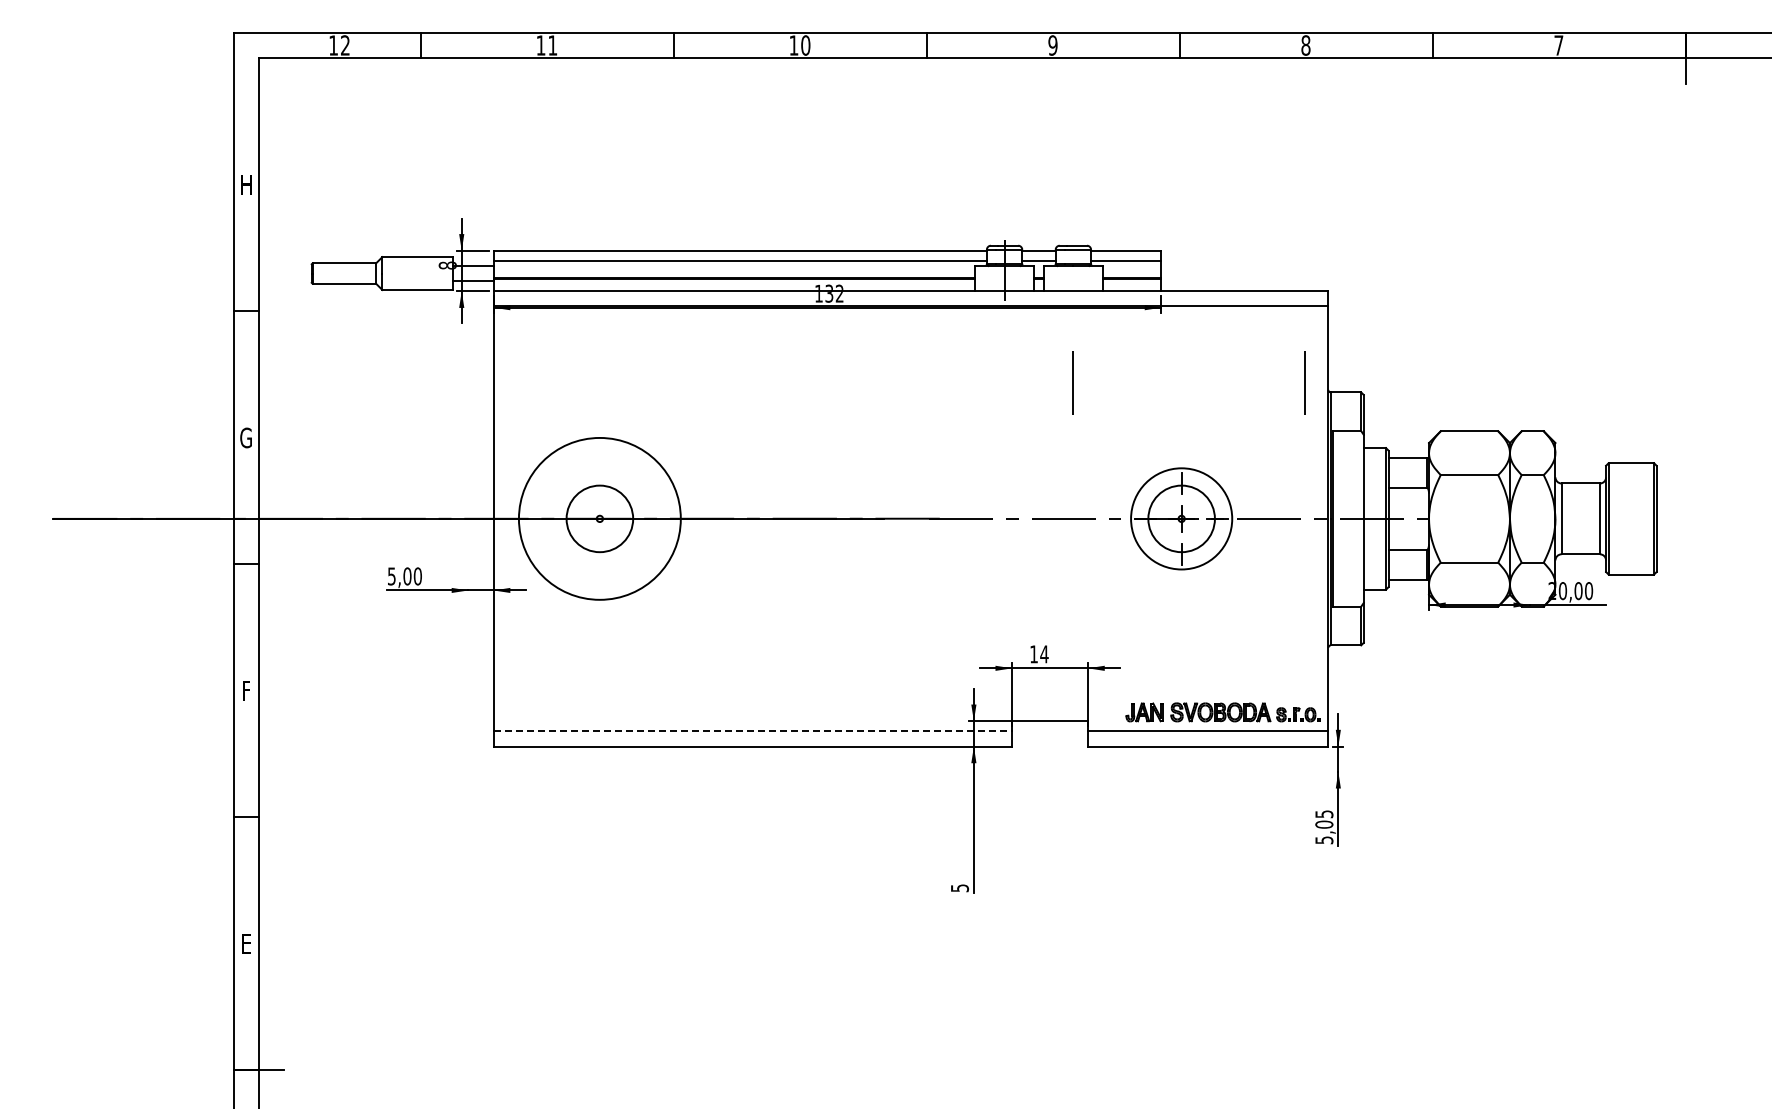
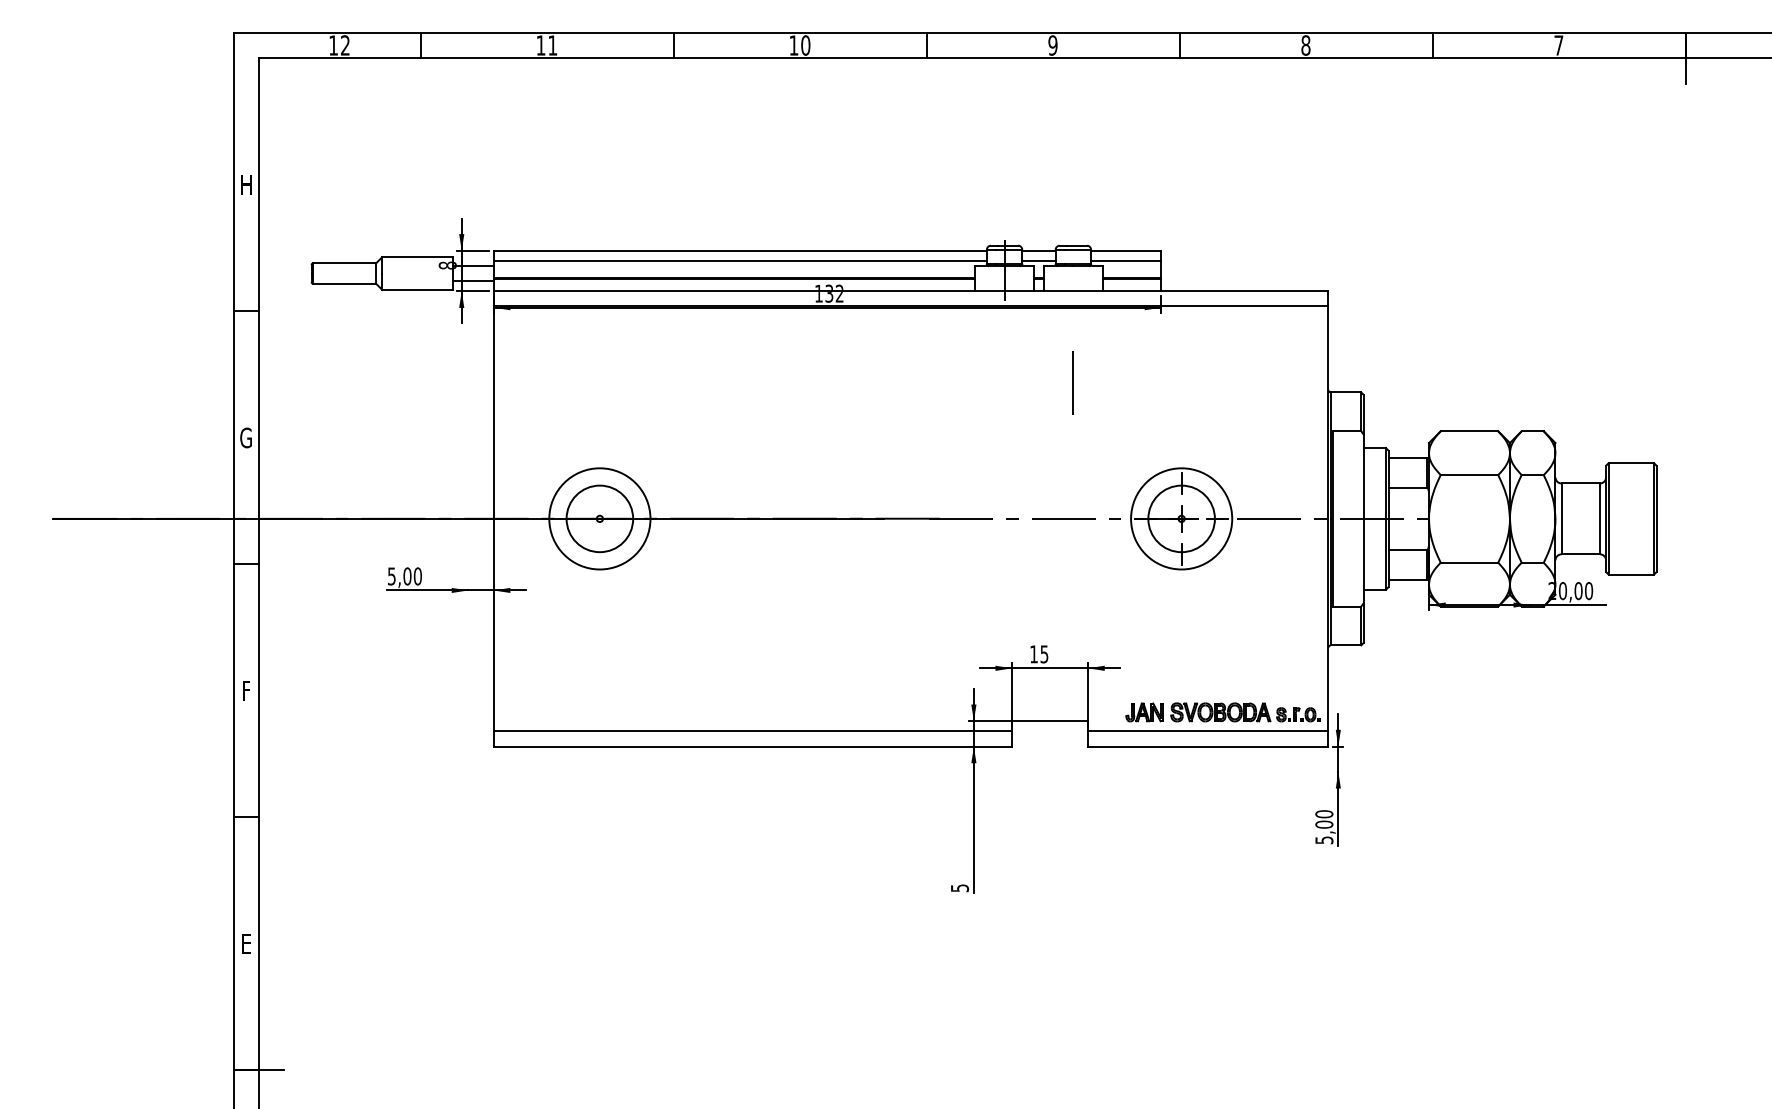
line at (1304, 382): present -> none
circle at (599, 518) diameter: 162 px -> 101 px
text at (1044, 654): 14 -> 15
line at (753, 731): dashed -> solid
text at (1324, 814): 5,05 -> 5,00
